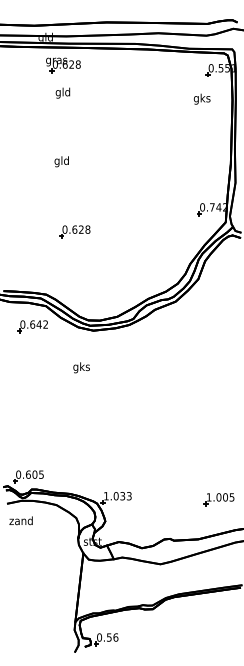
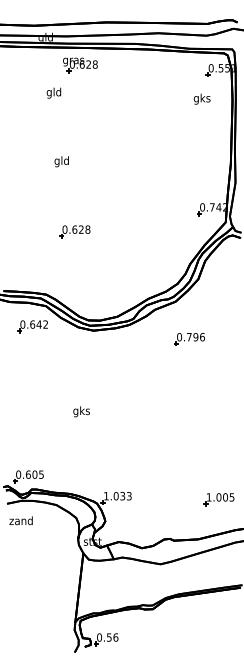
part at (63, 65) position: (63, 65) -> (80, 65)
text at (62, 92) position: (62, 92) -> (53, 92)
part at (189, 339): none -> present
text at (81, 367) position: (81, 367) -> (81, 411)
